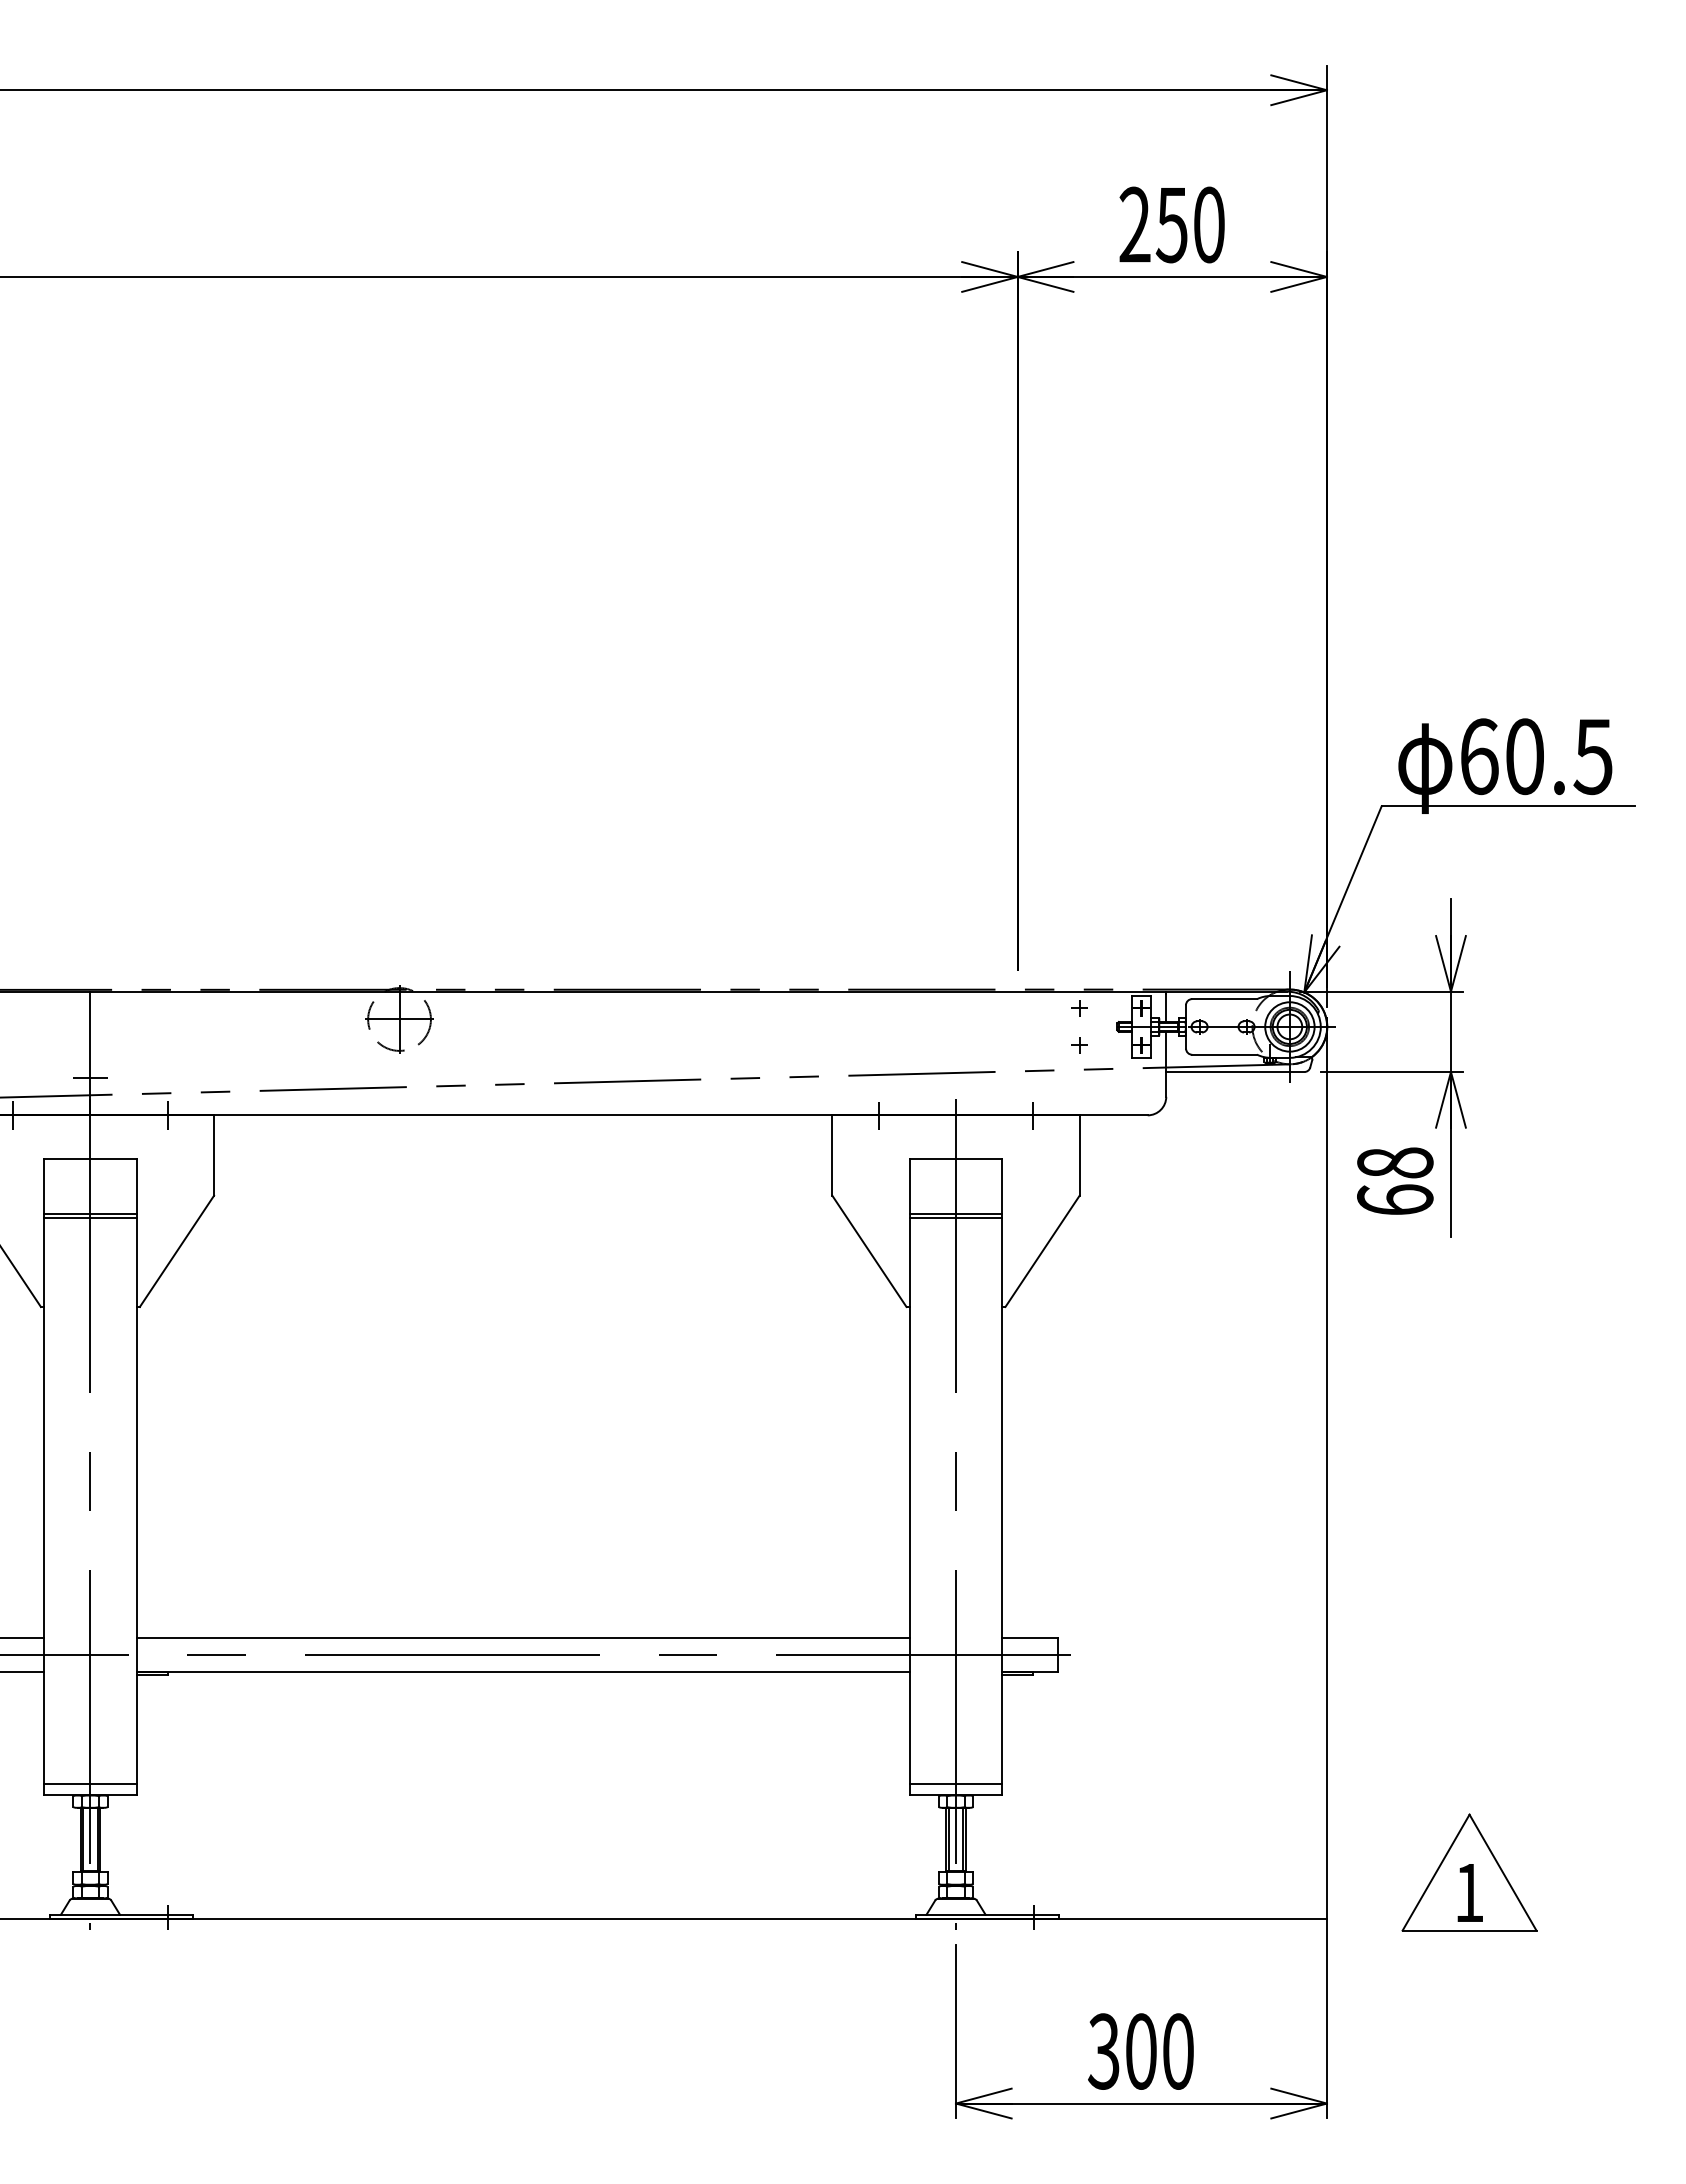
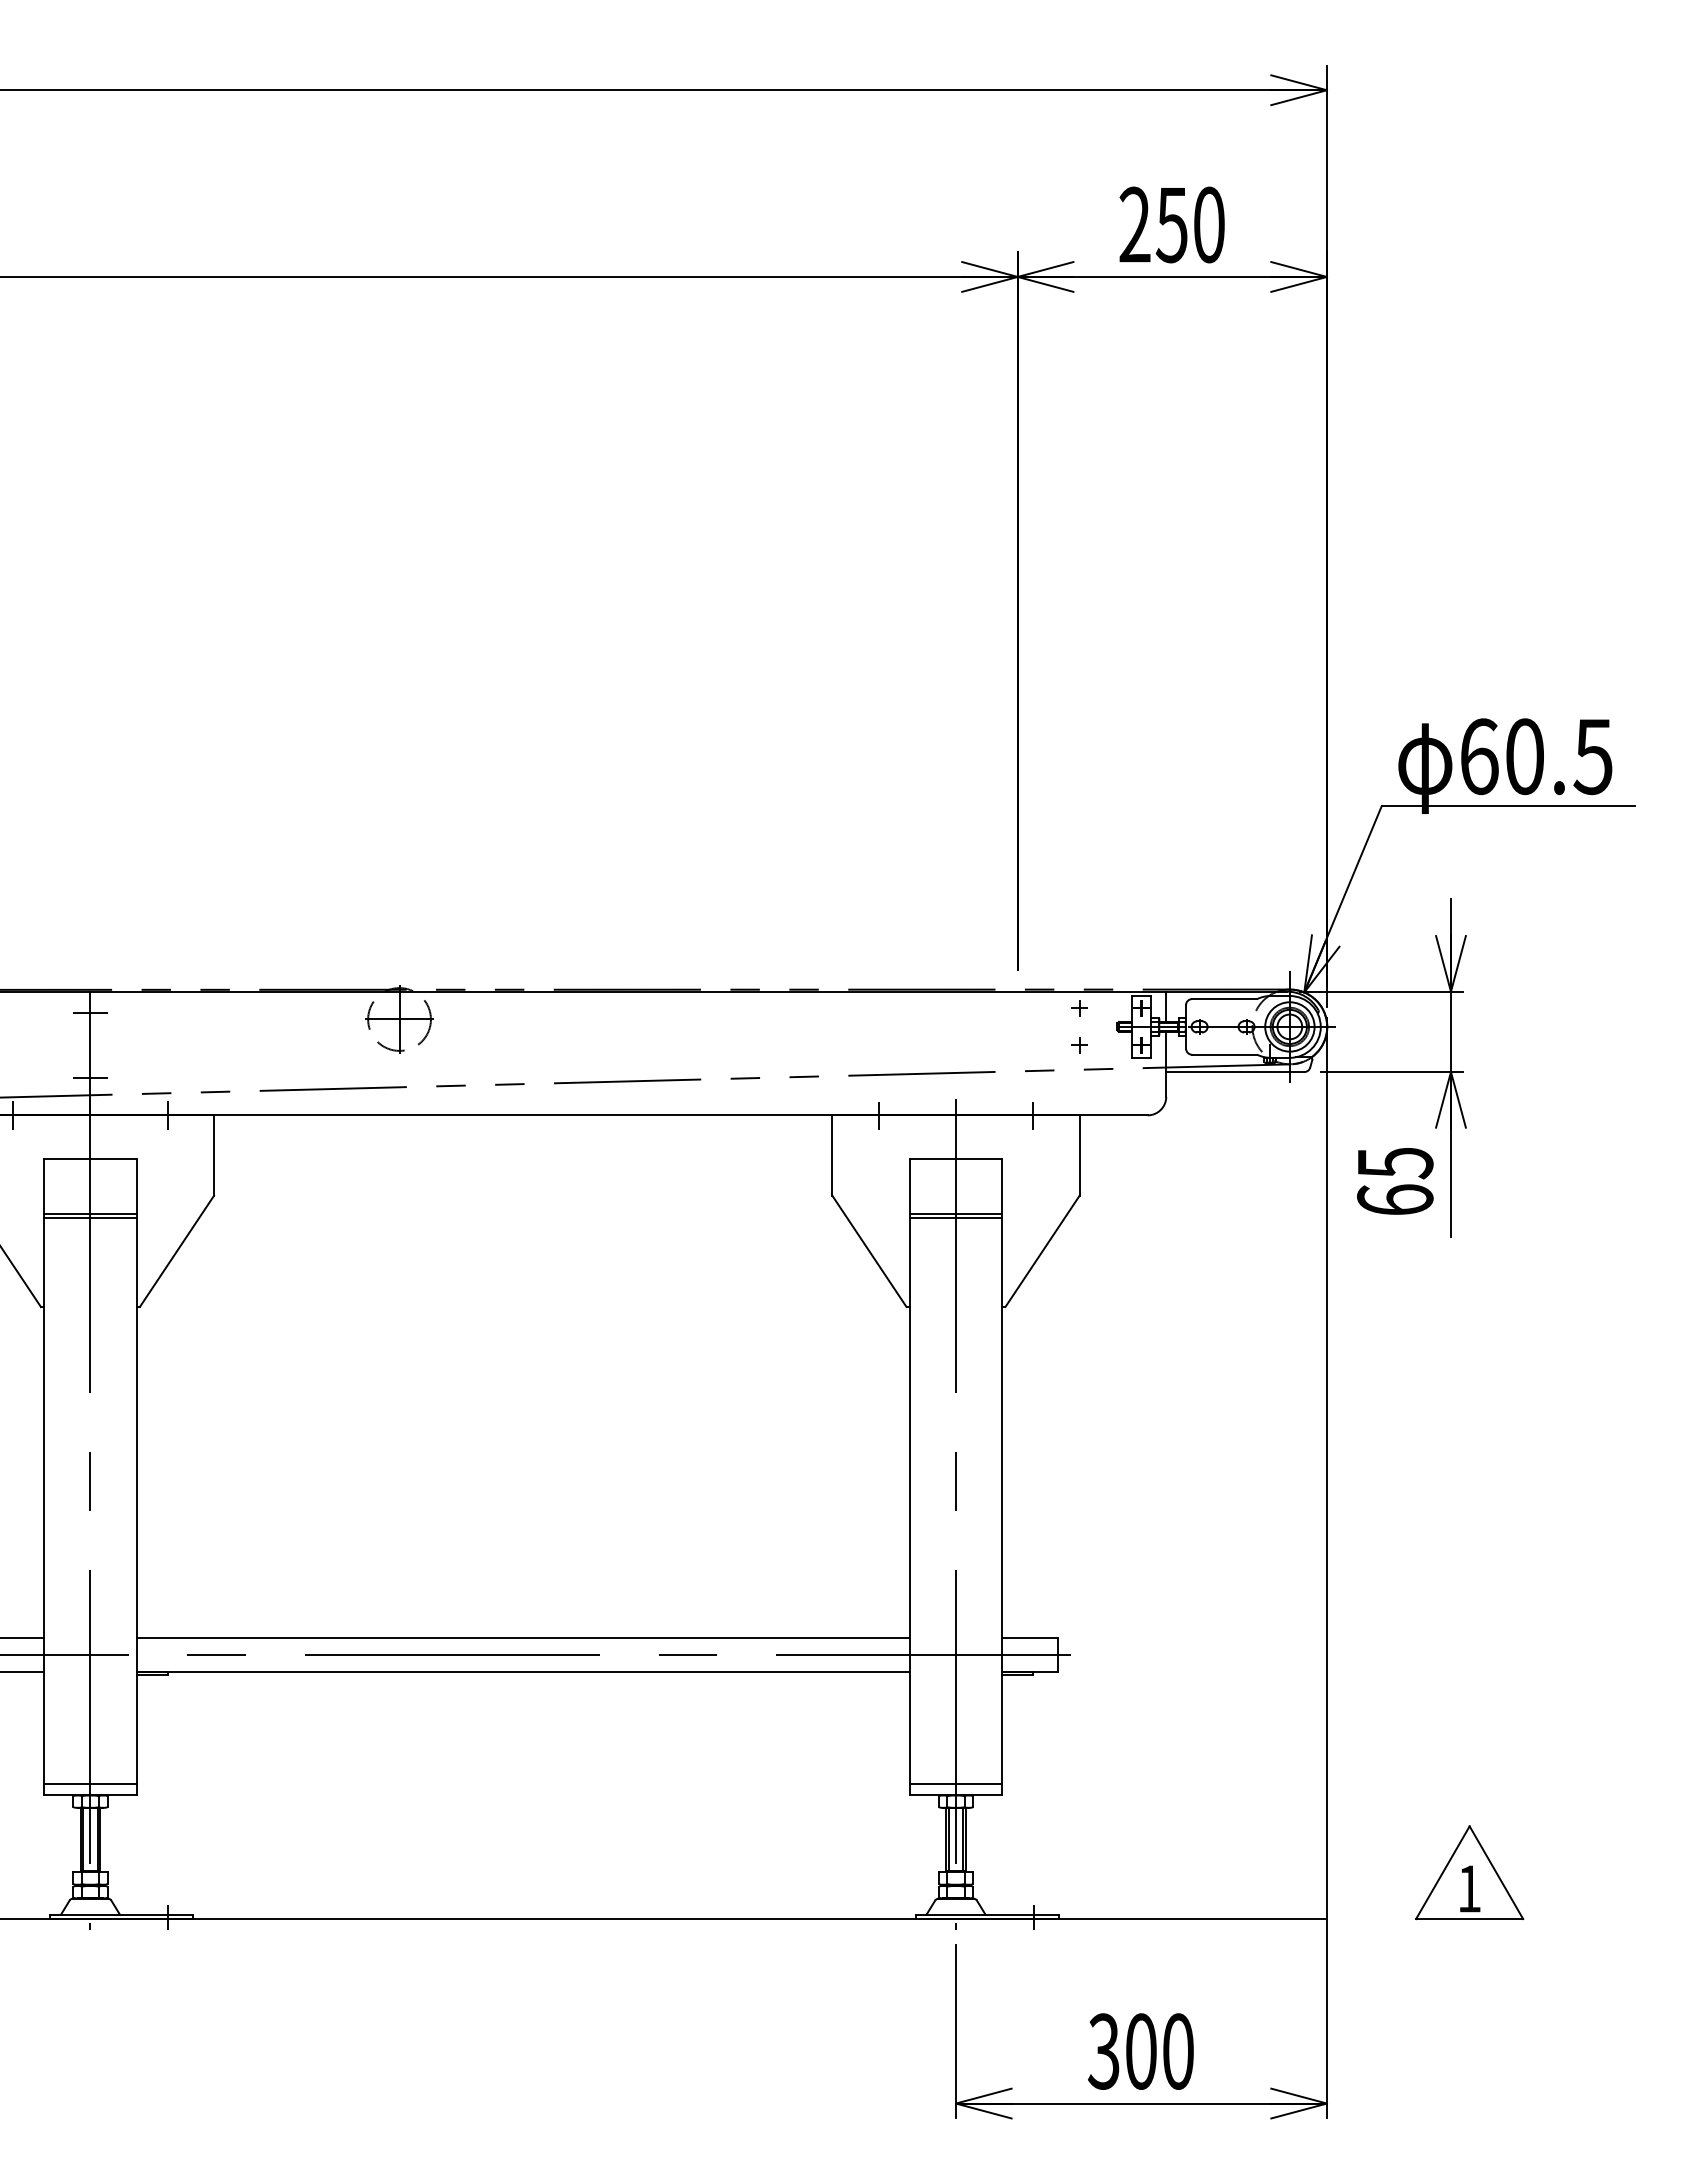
line at (90, 1012): none -> present
text at (1395, 1163): 68 -> 65
part at (1469, 1872) size: 137x119 px -> 110x96 px
